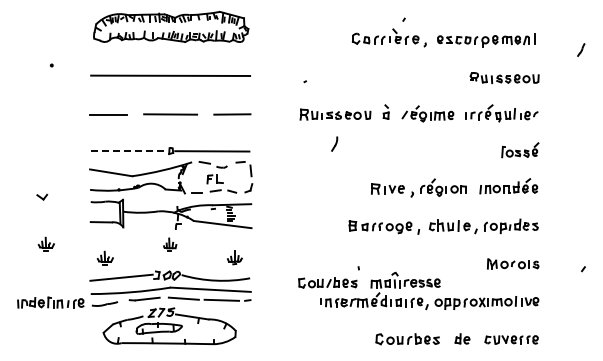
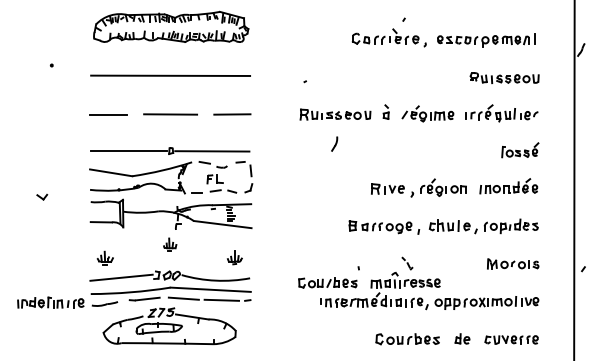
line at (129, 151): dashed -> solid
line at (574, 179): none -> present
part at (45, 243): present -> none
part at (407, 263): none -> present
